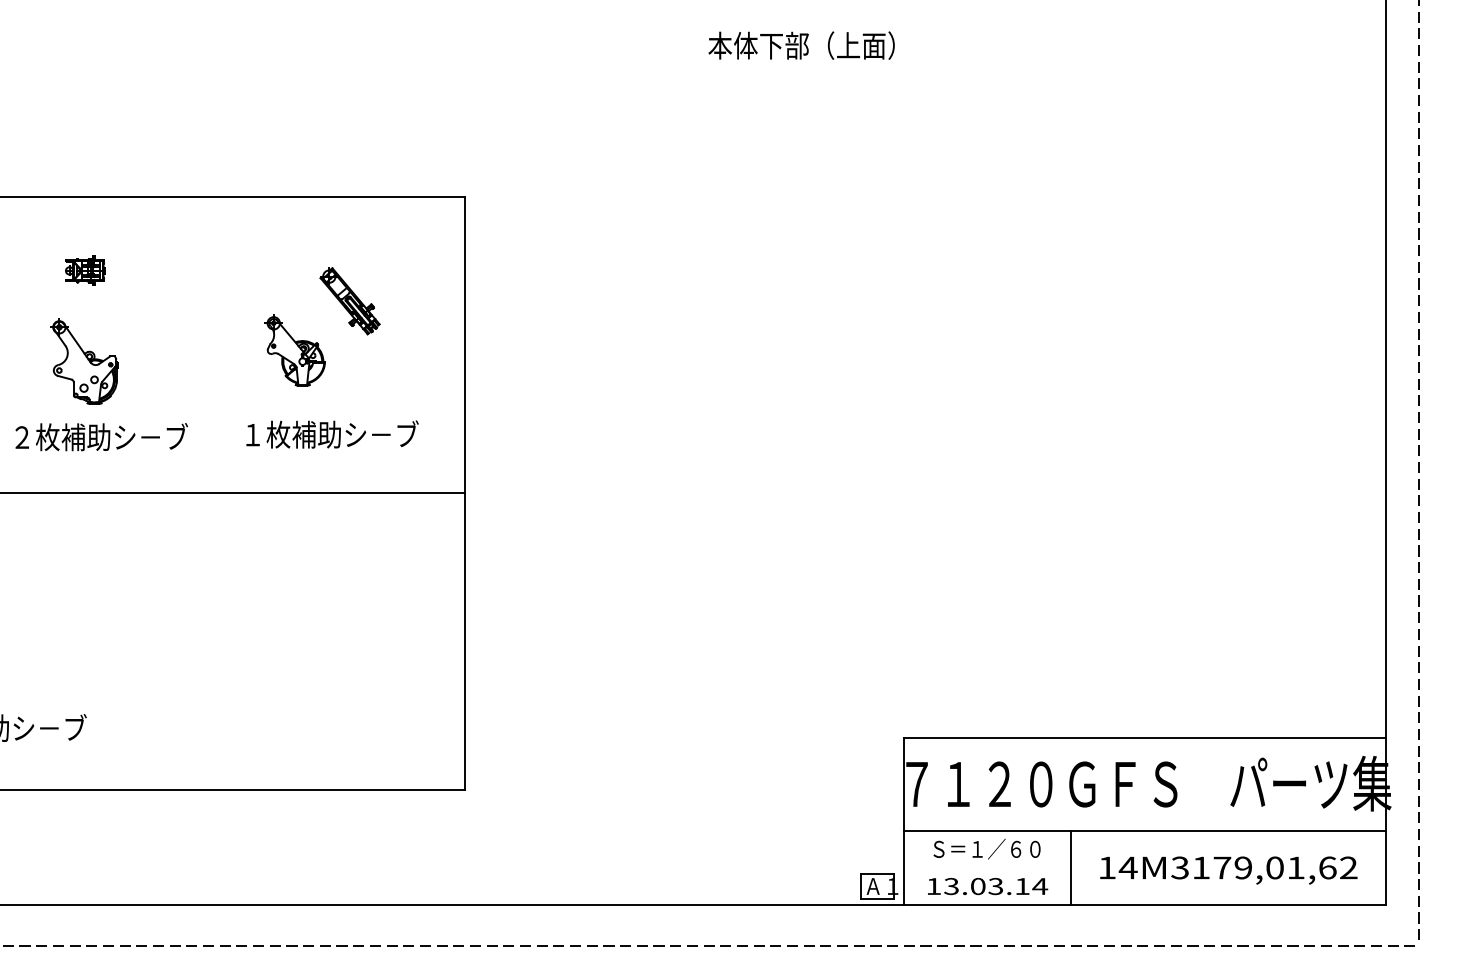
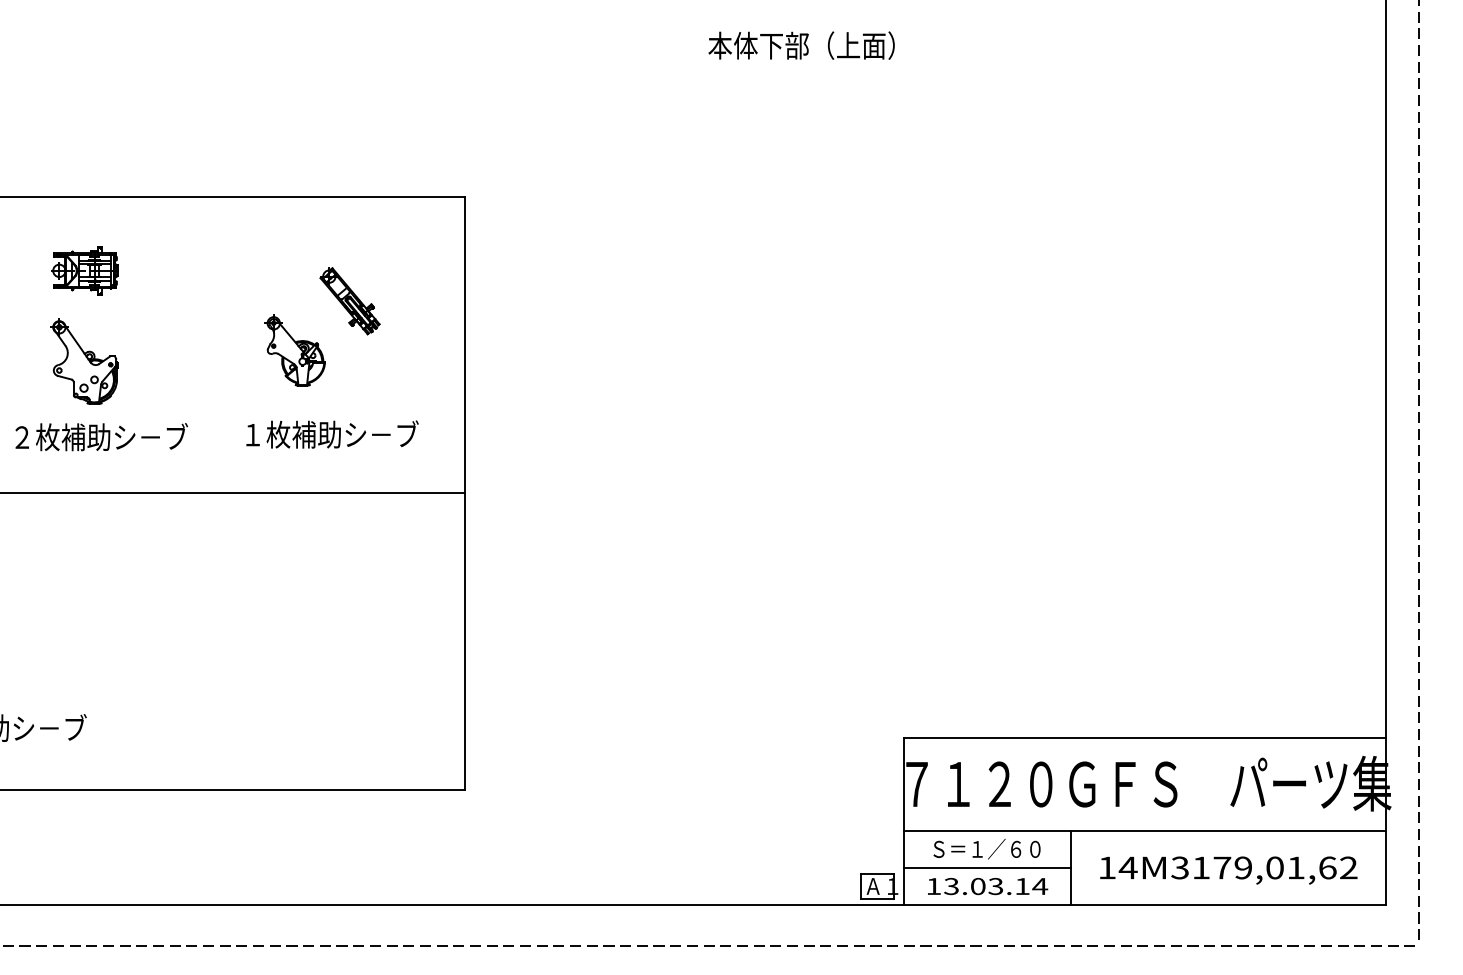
part at (85, 270) size: 41x31 px -> 68x50 px
line at (986, 867): none -> present
